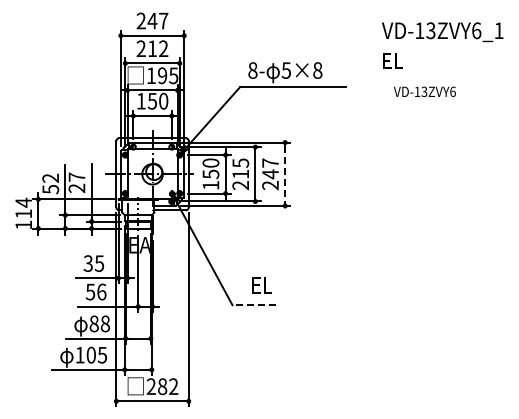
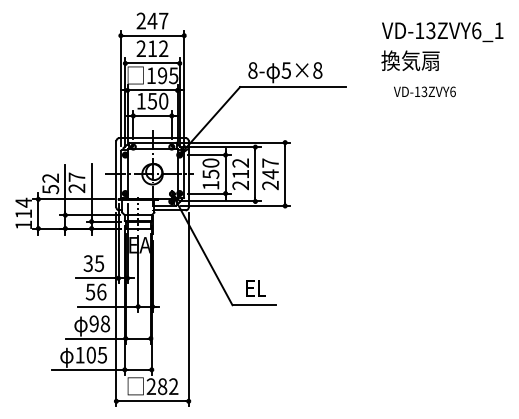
text at (410, 60): EL -> 換気扇
text at (240, 162): 215 -> 212
line at (285, 174): dashed -> solid
text at (261, 285) position: (261, 285) -> (255, 288)
line at (254, 305): dashed -> solid
text at (93, 323): 88 -> 98
